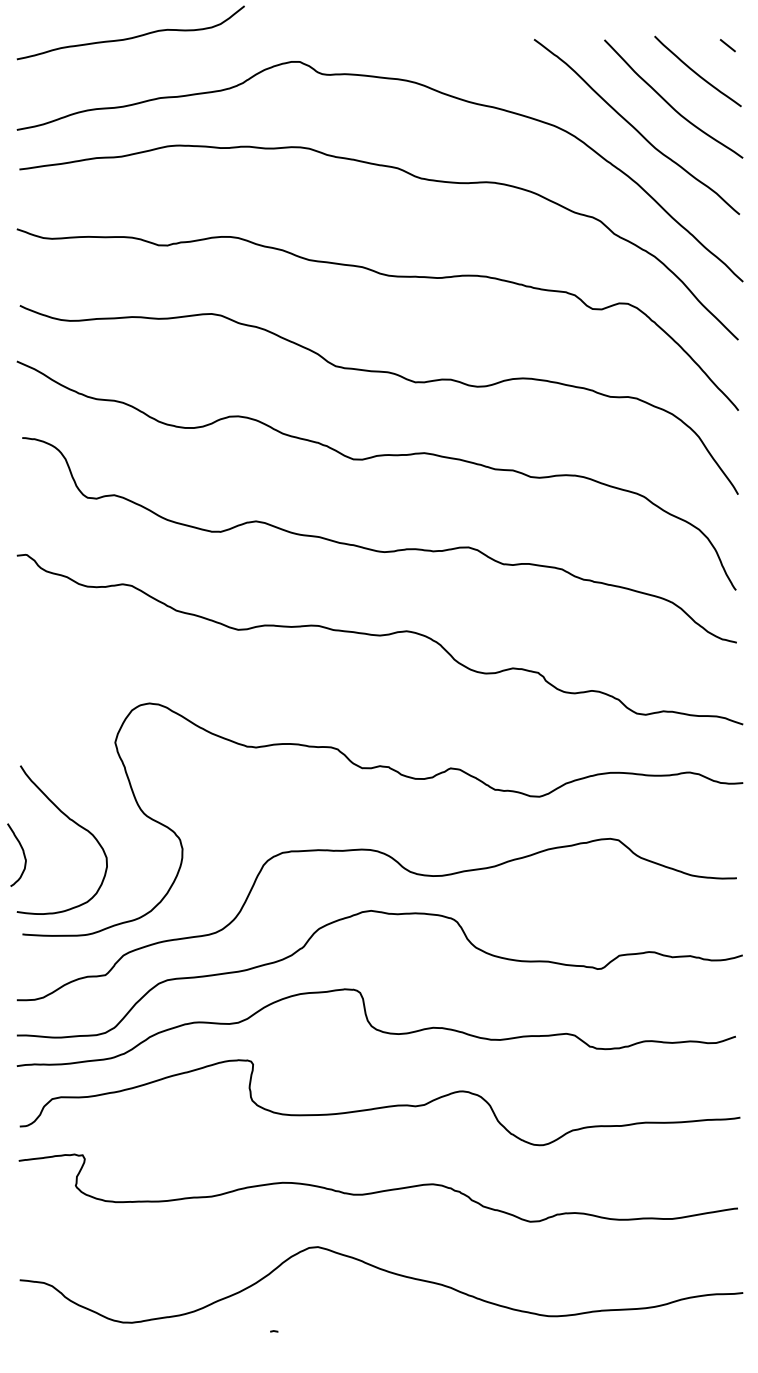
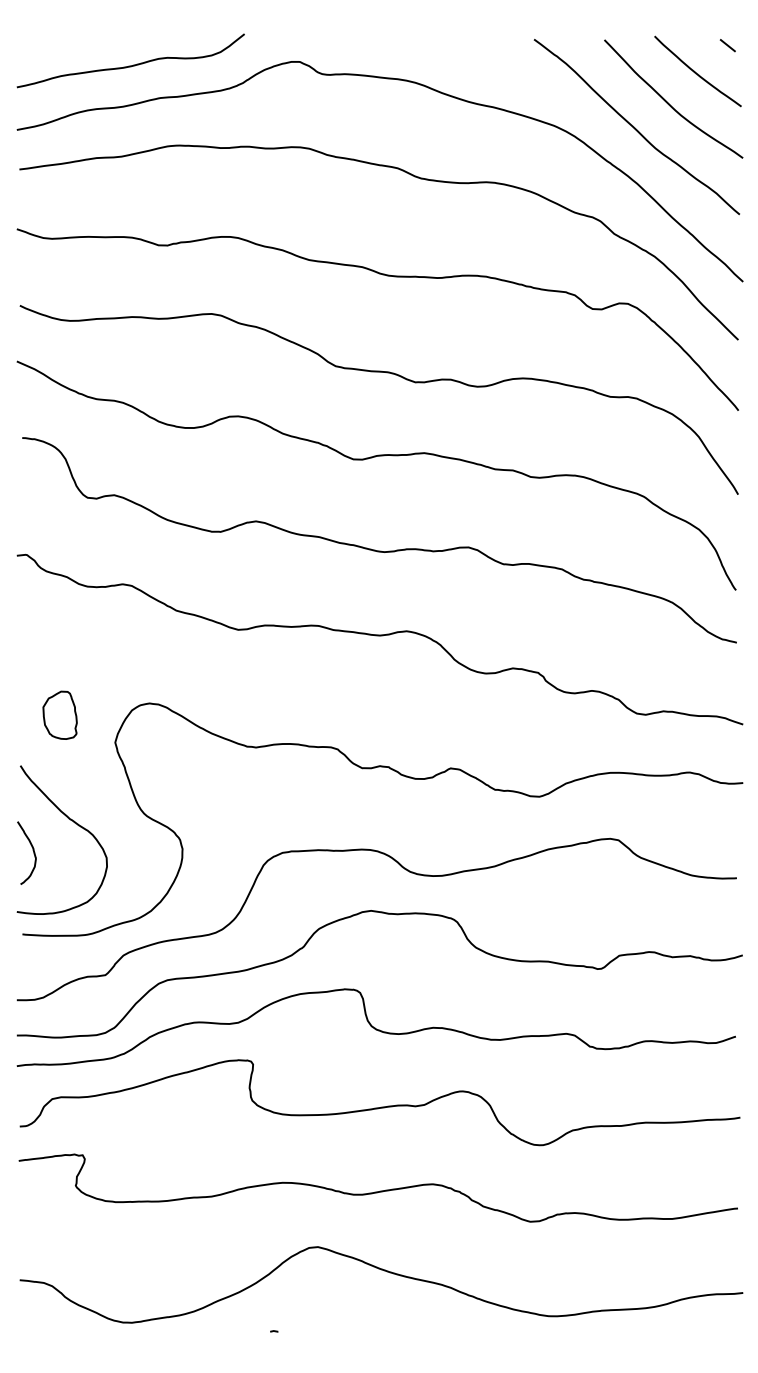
curve at (133, 36) position: (133, 36) -> (133, 64)
part at (59, 714): none -> present
curve at (22, 852) position: (22, 852) -> (32, 850)
